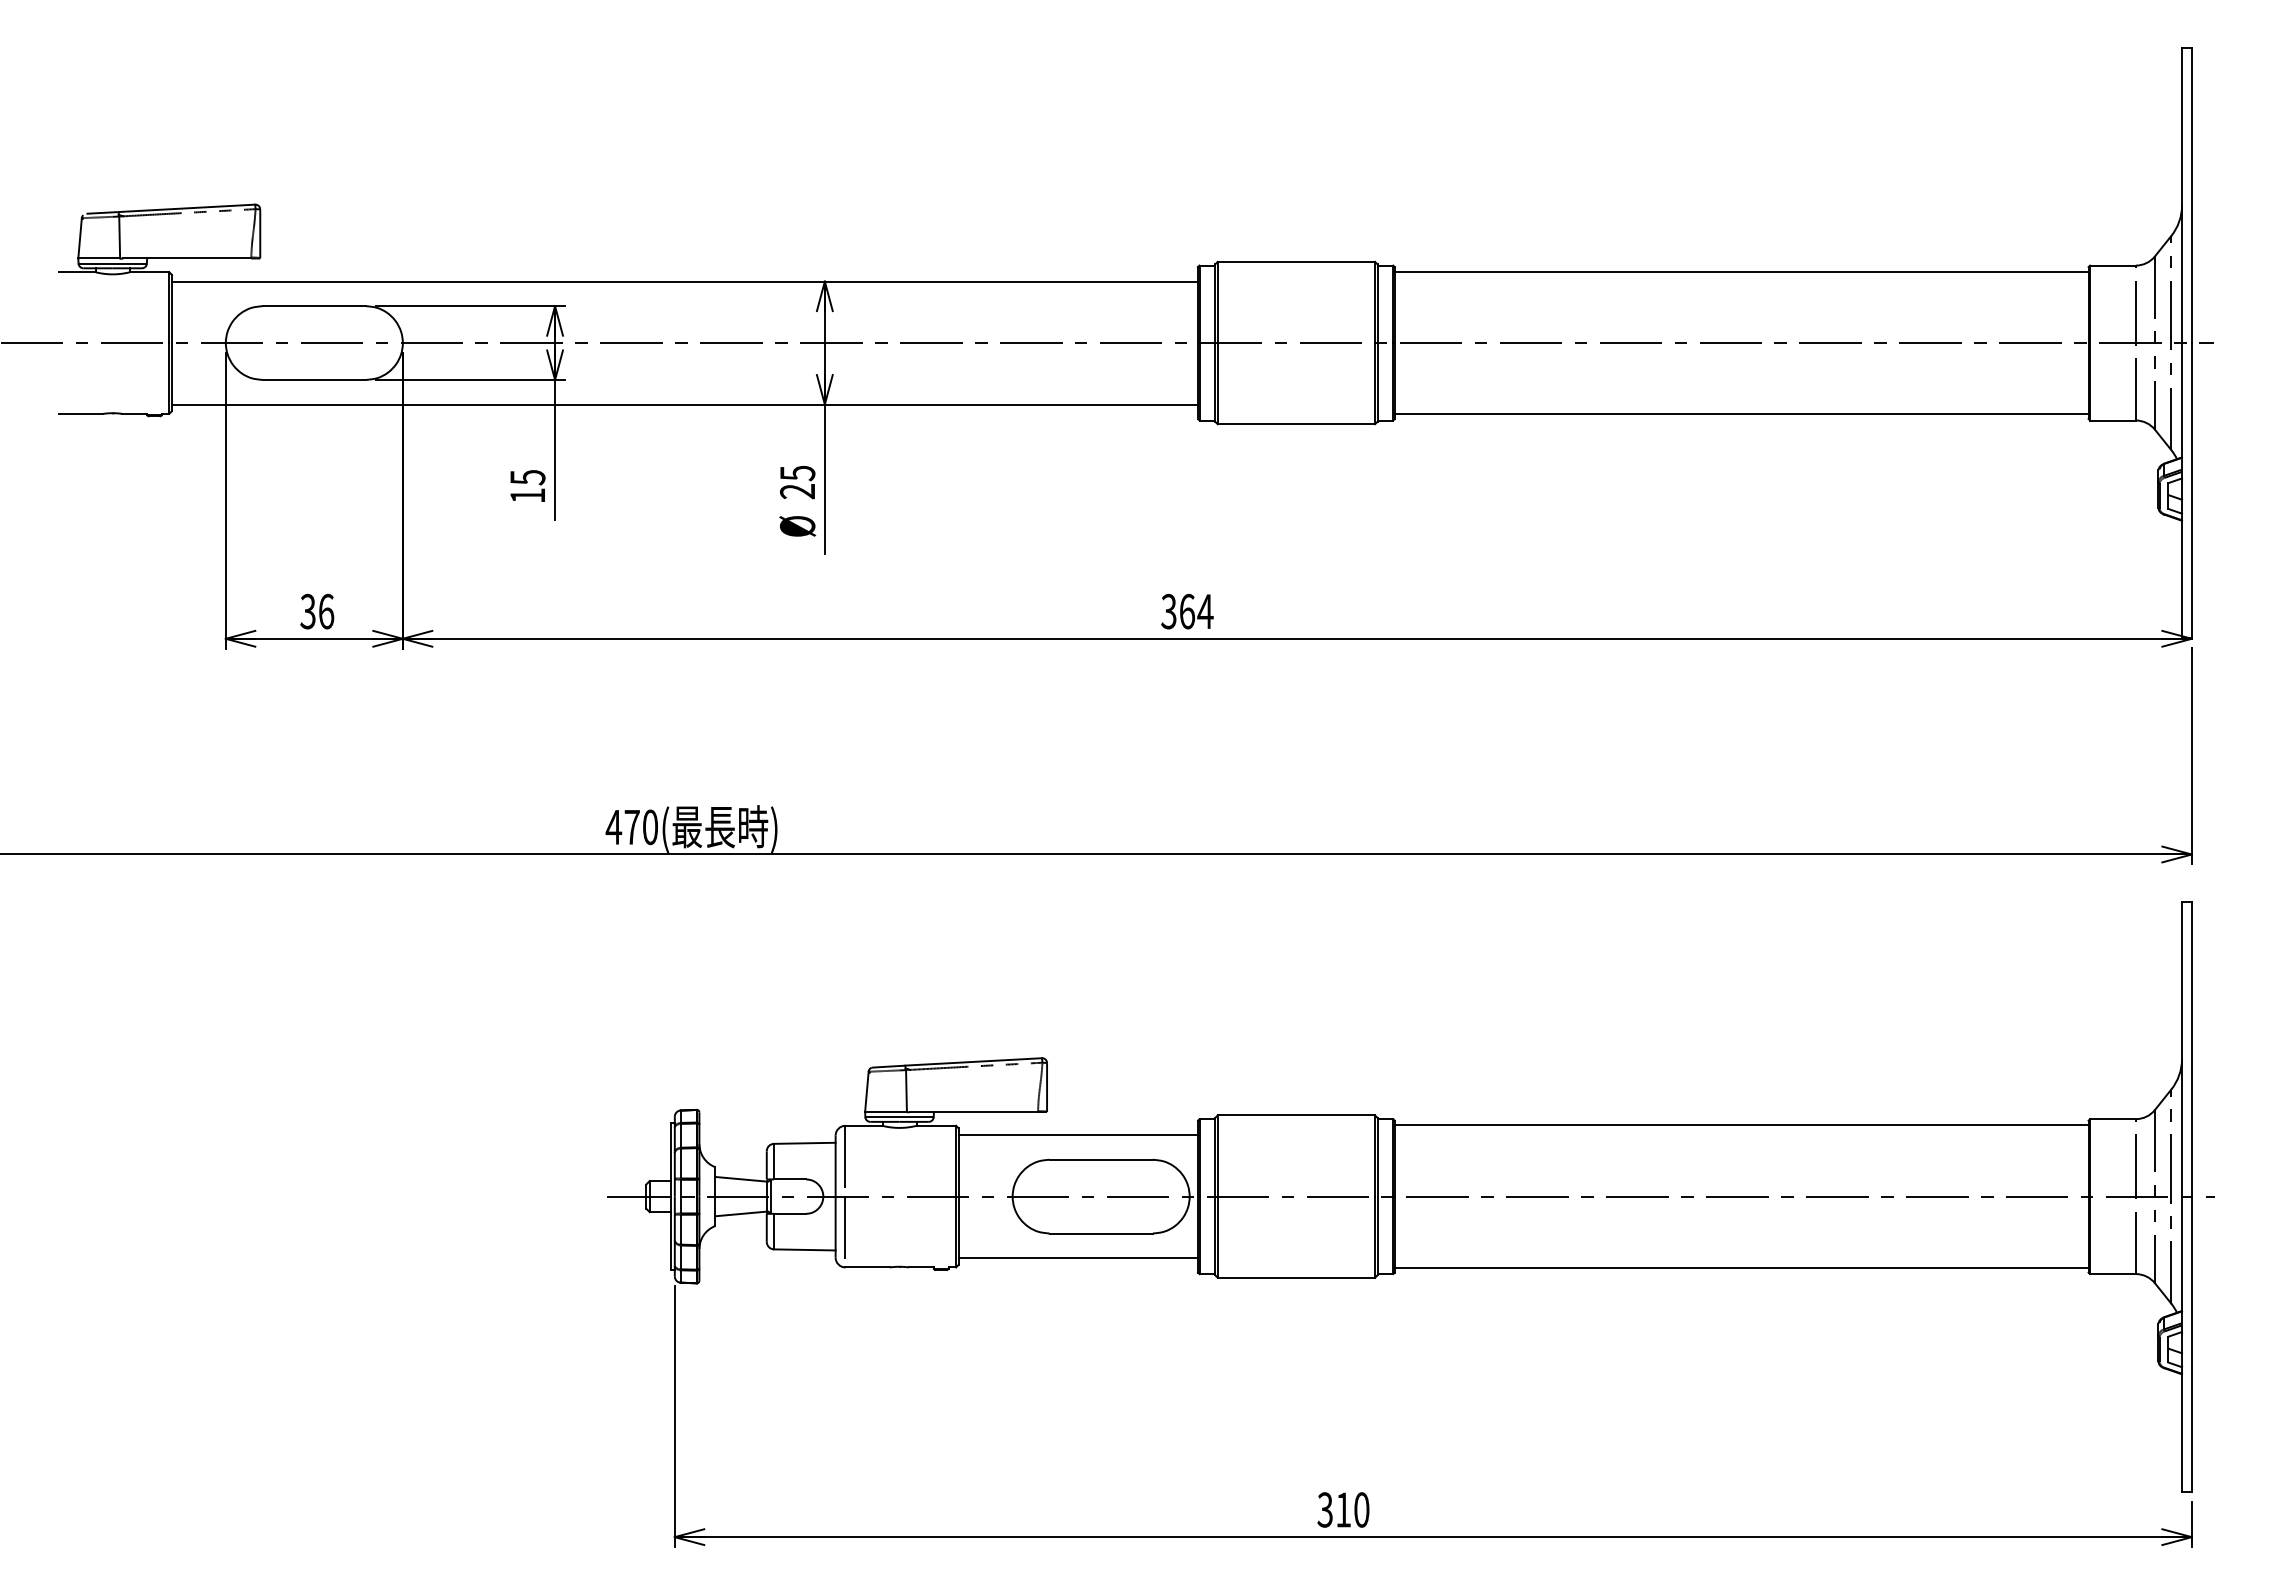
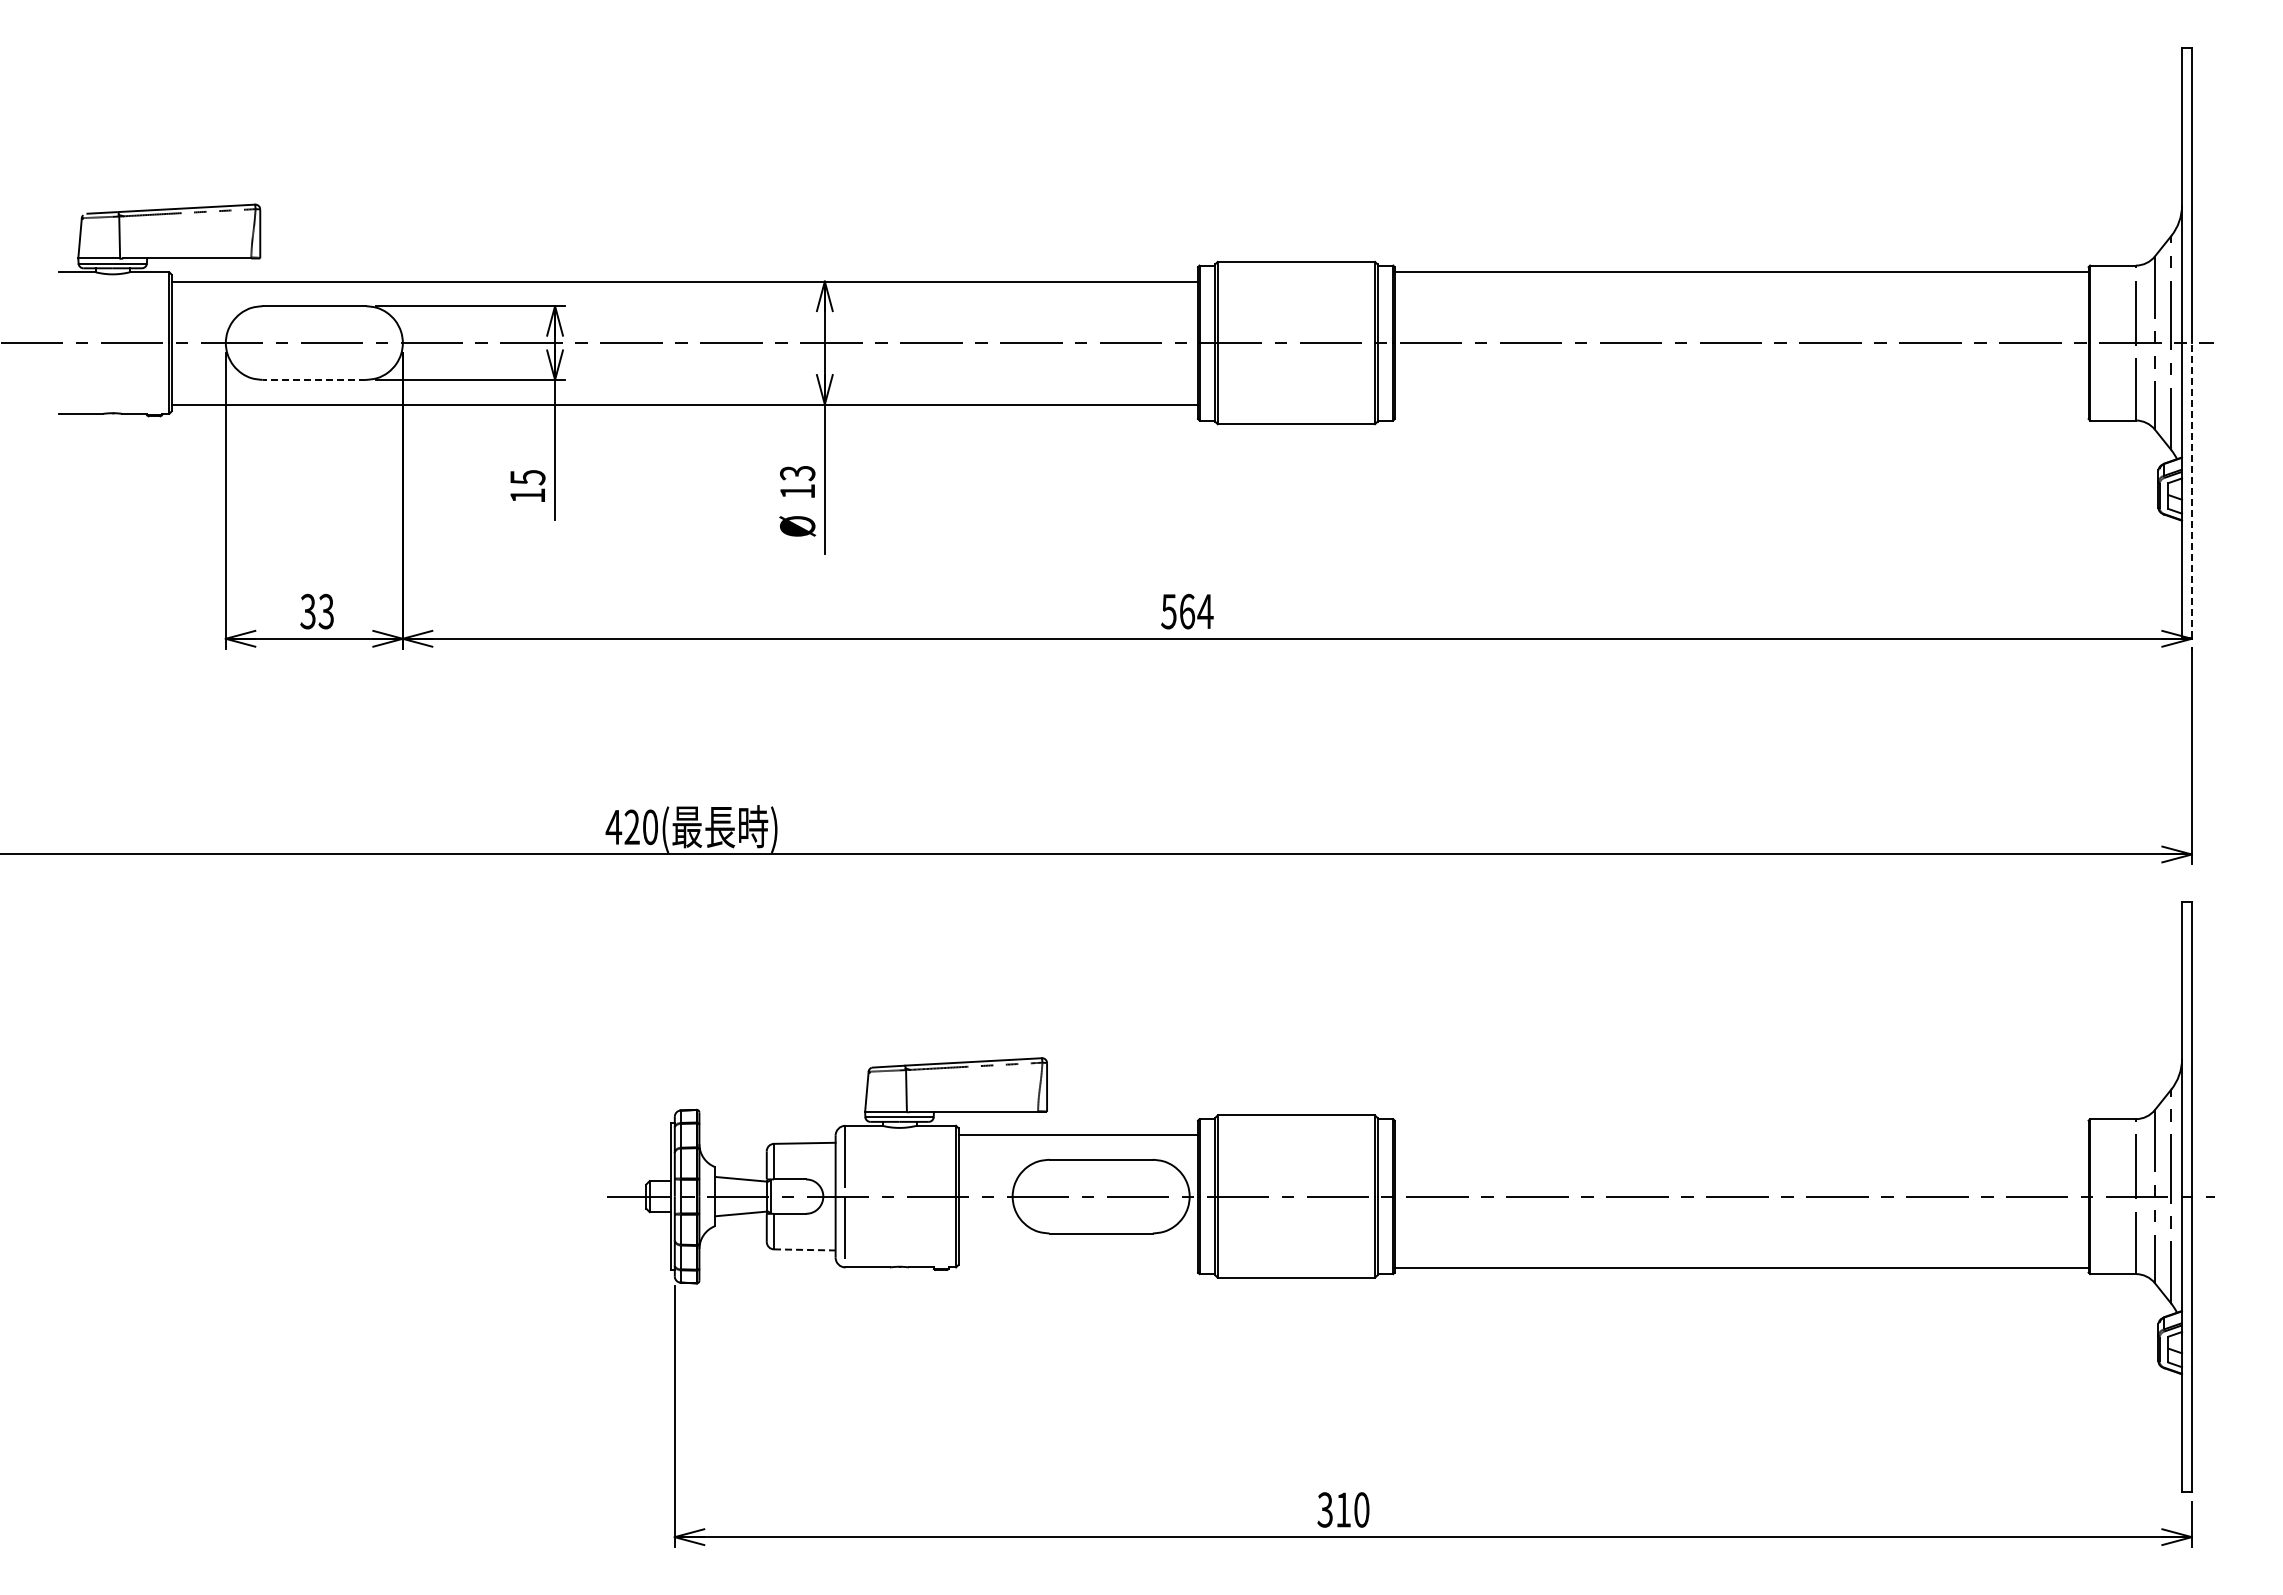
line at (314, 379): solid -> dashed
line at (1741, 414): present -> none
text at (797, 482): 25 -> 13
line at (2191, 490): solid -> dashed
text at (1168, 610): 364 -> 564
text at (326, 611): 36 -> 33
text at (631, 826): 470( -> 420(
line at (1741, 1125): present -> none
line at (804, 1249): solid -> dashed
line at (1078, 1258): present -> none
